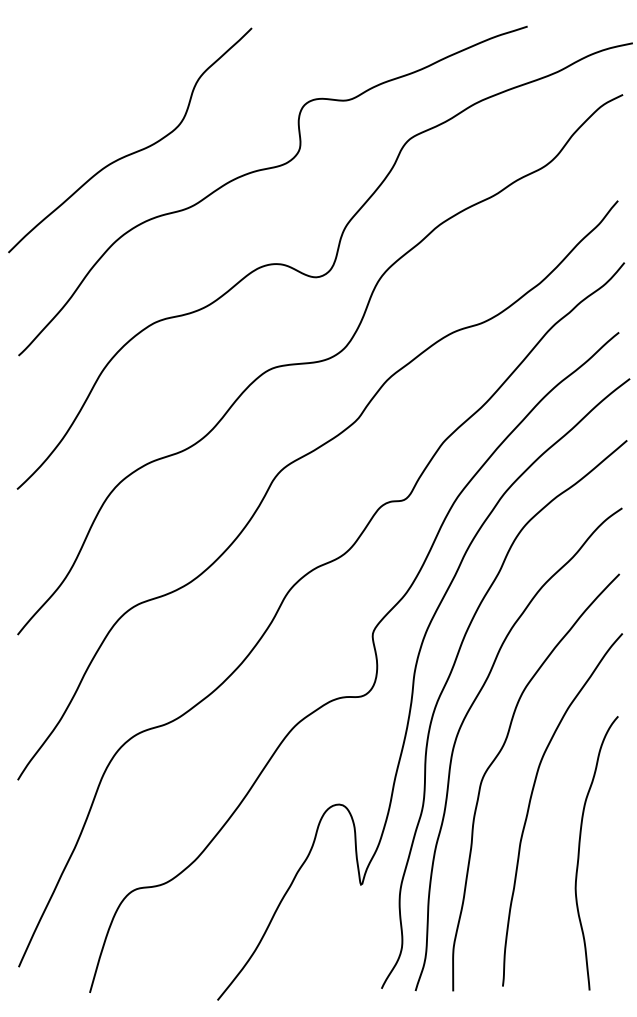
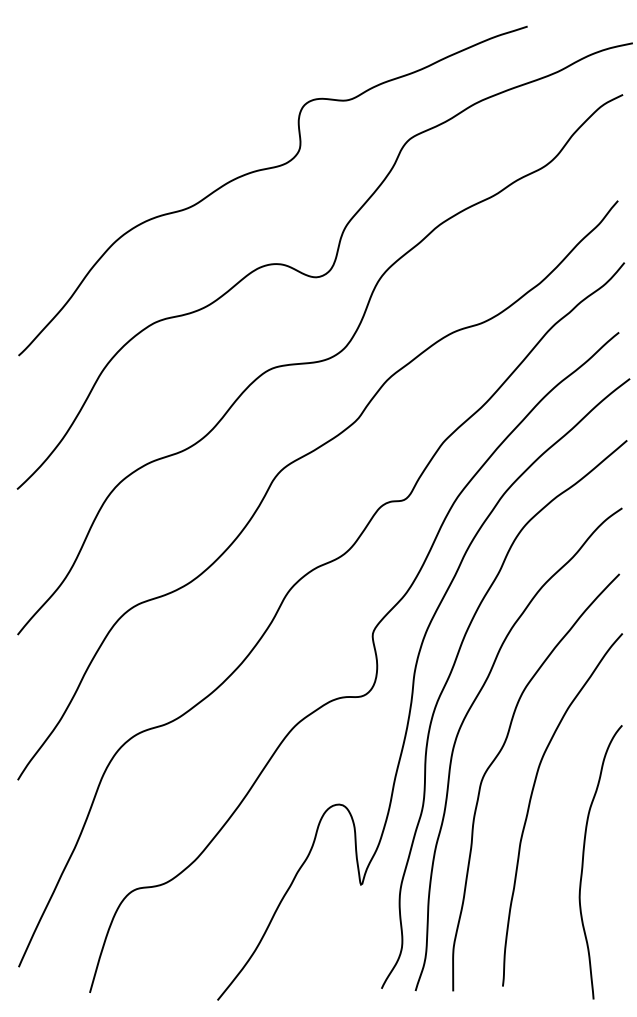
curve at (134, 151): present -> none
curve at (579, 853) position: (579, 853) -> (583, 862)
